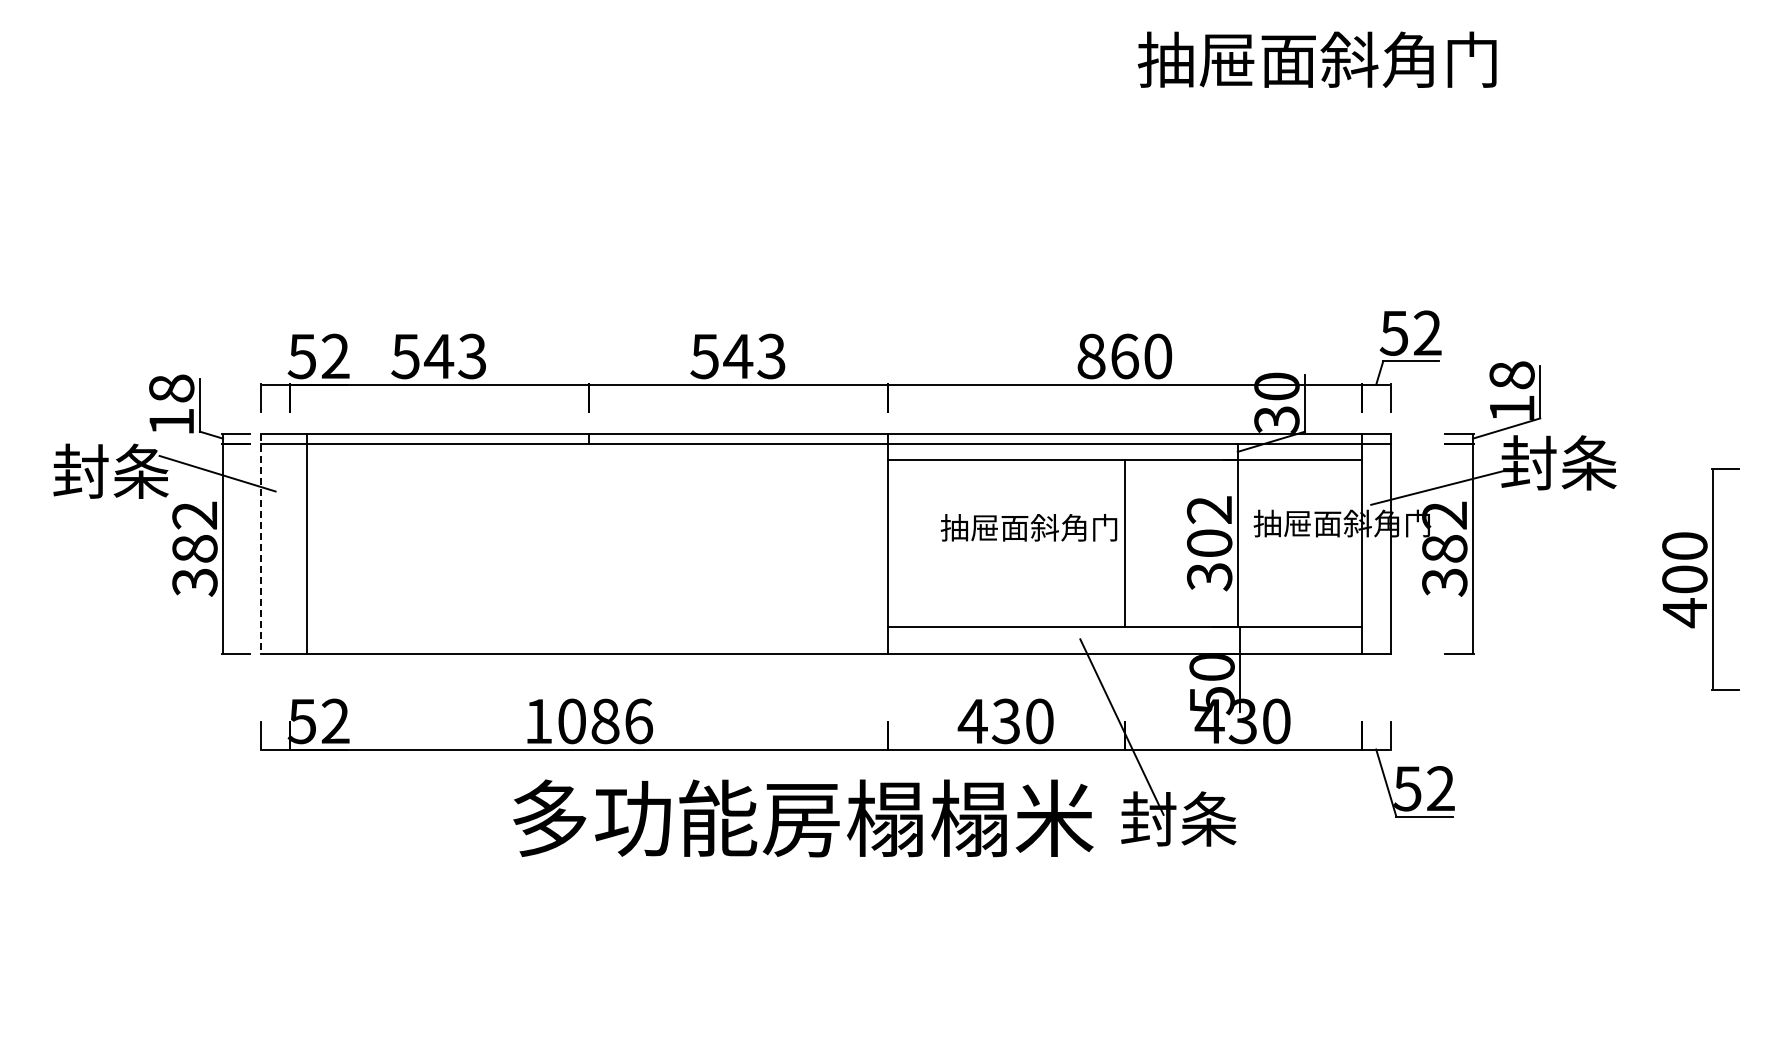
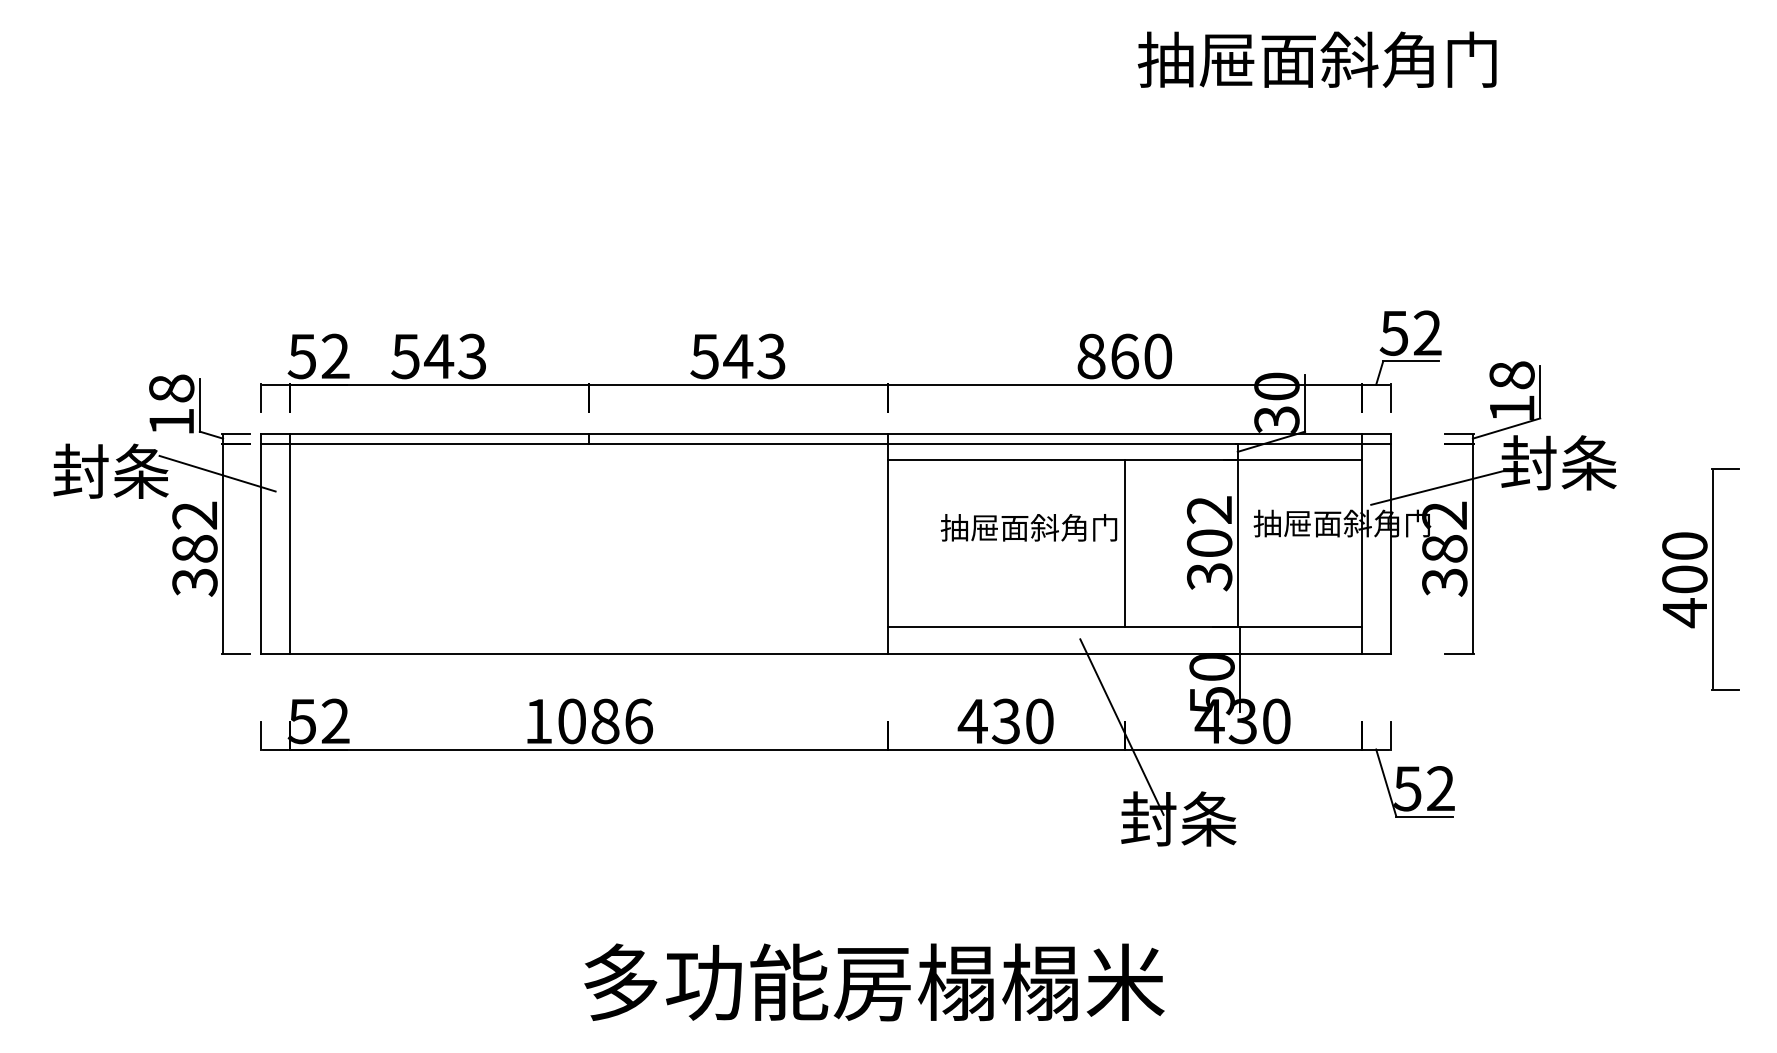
line at (306, 543) position: (306, 543) -> (289, 543)
line at (261, 544): dashed -> solid
text at (803, 818) position: (803, 818) -> (874, 982)
